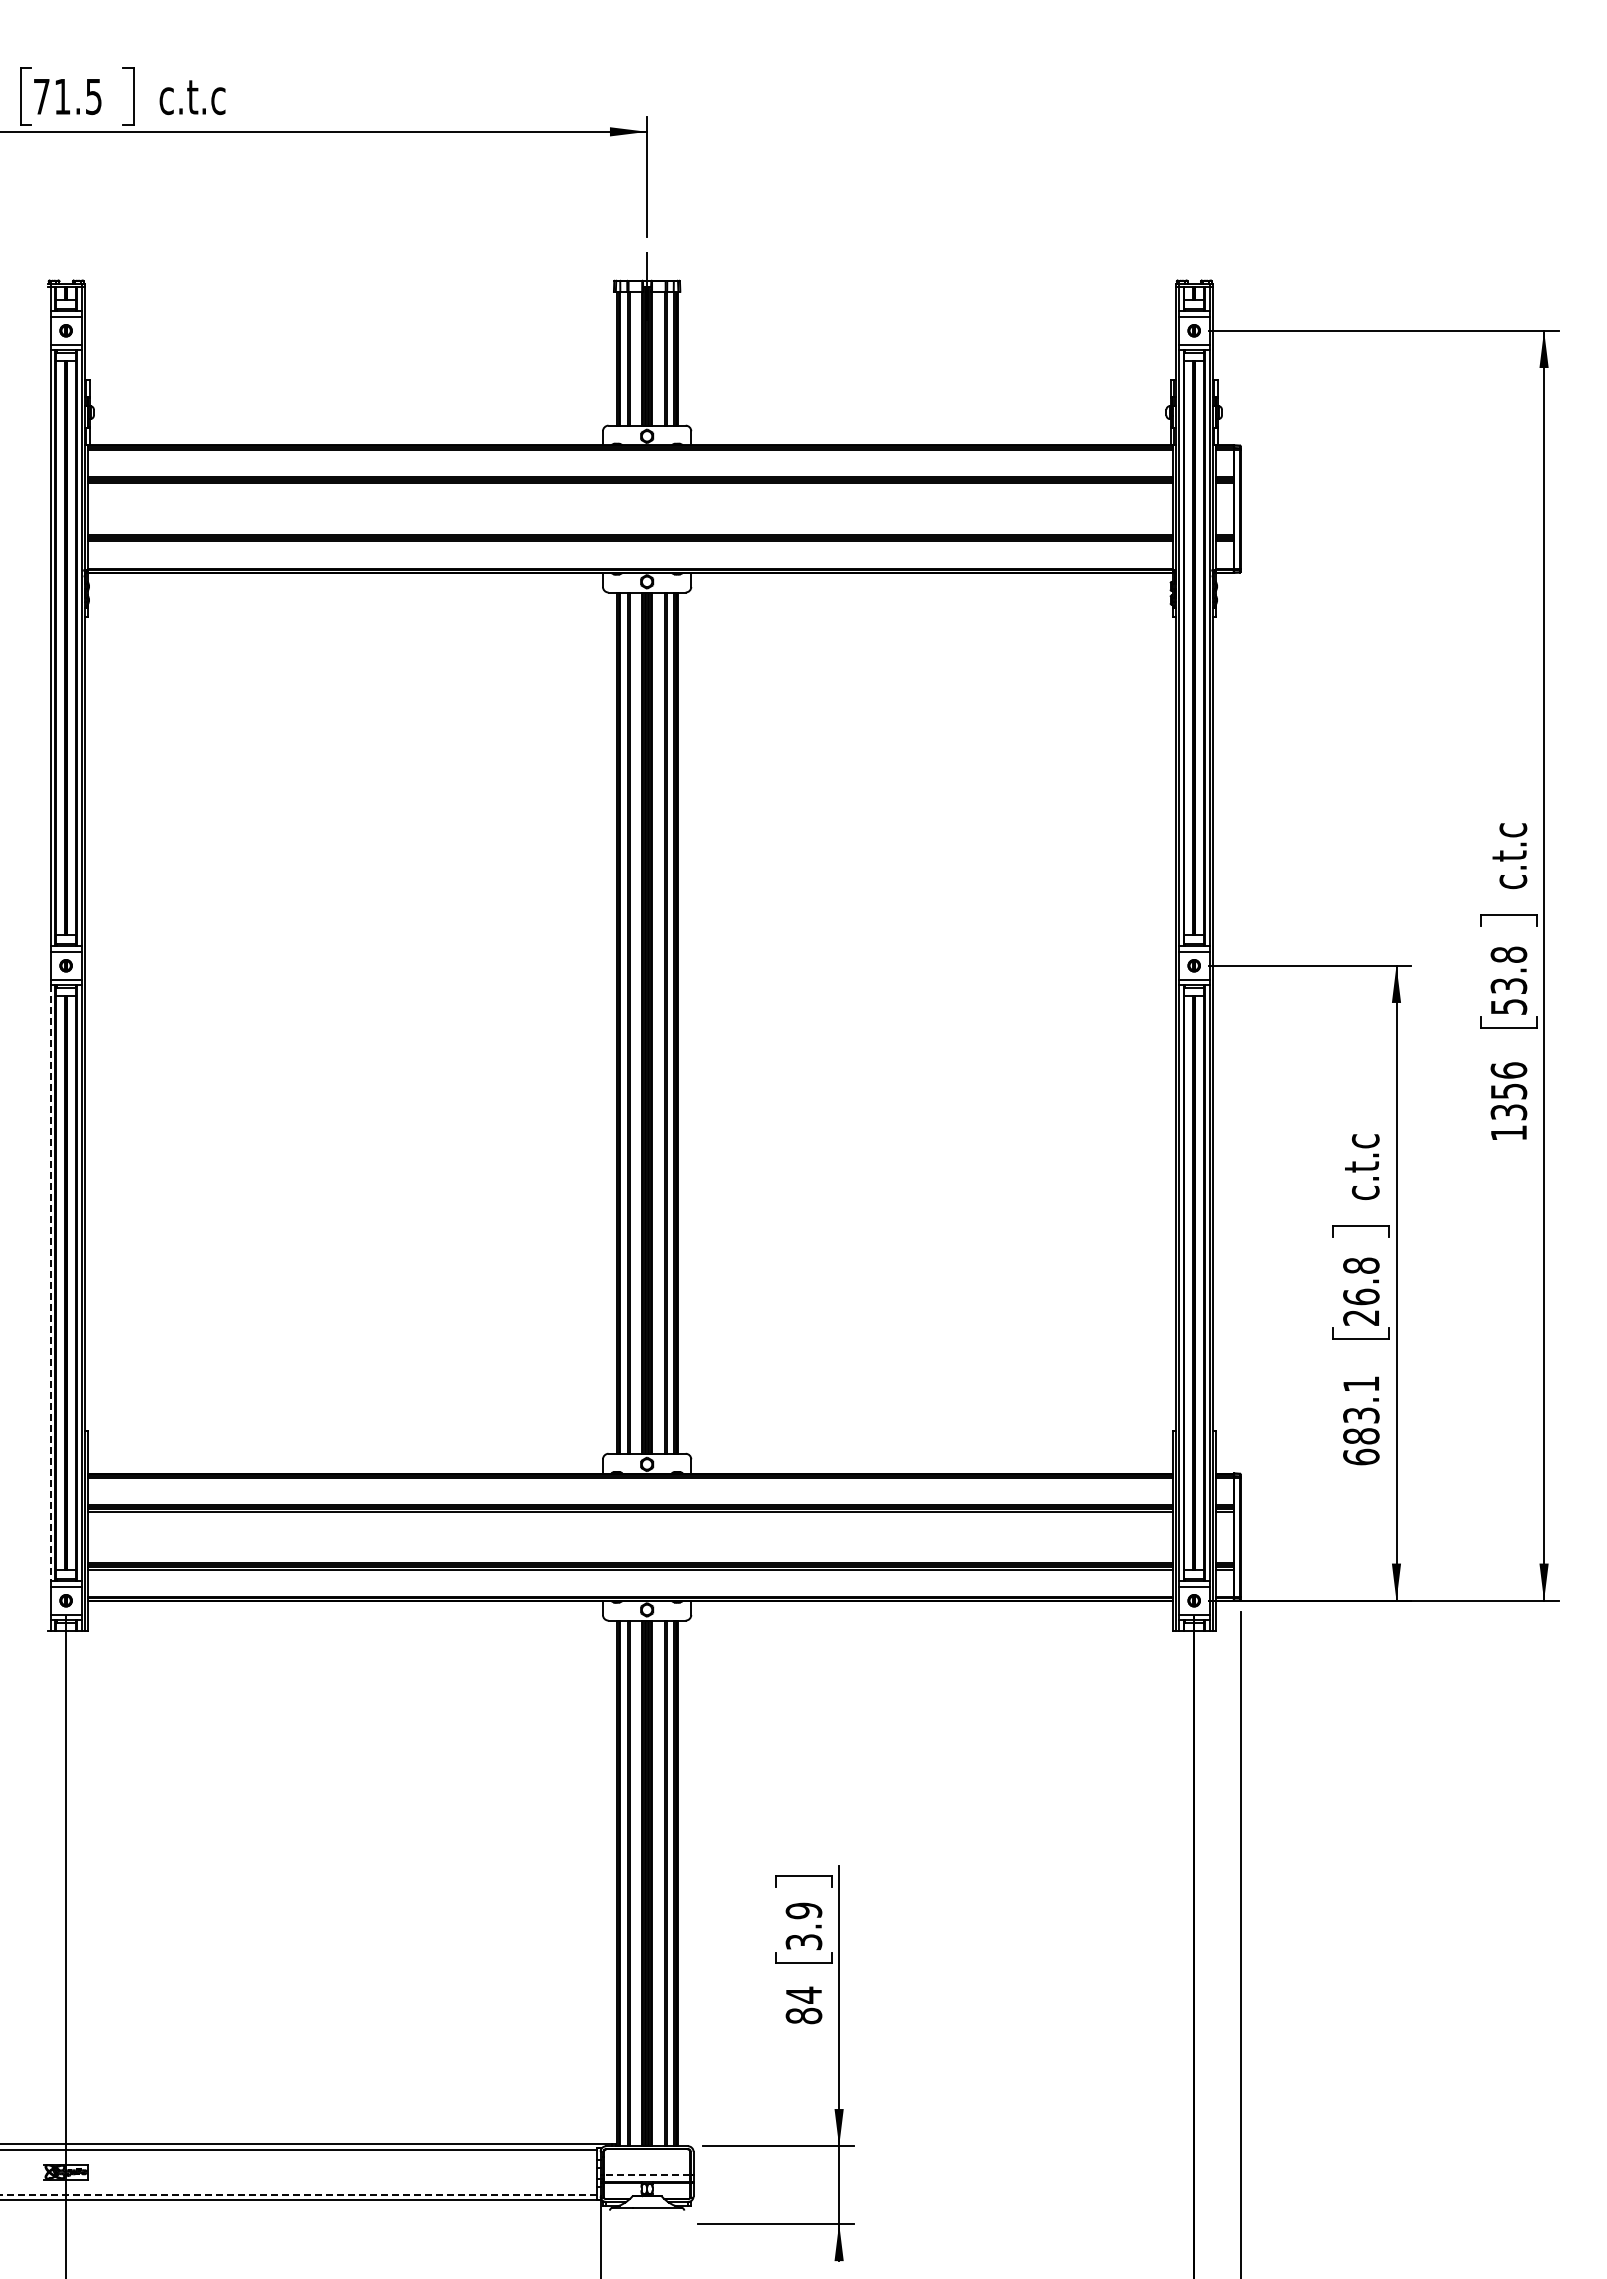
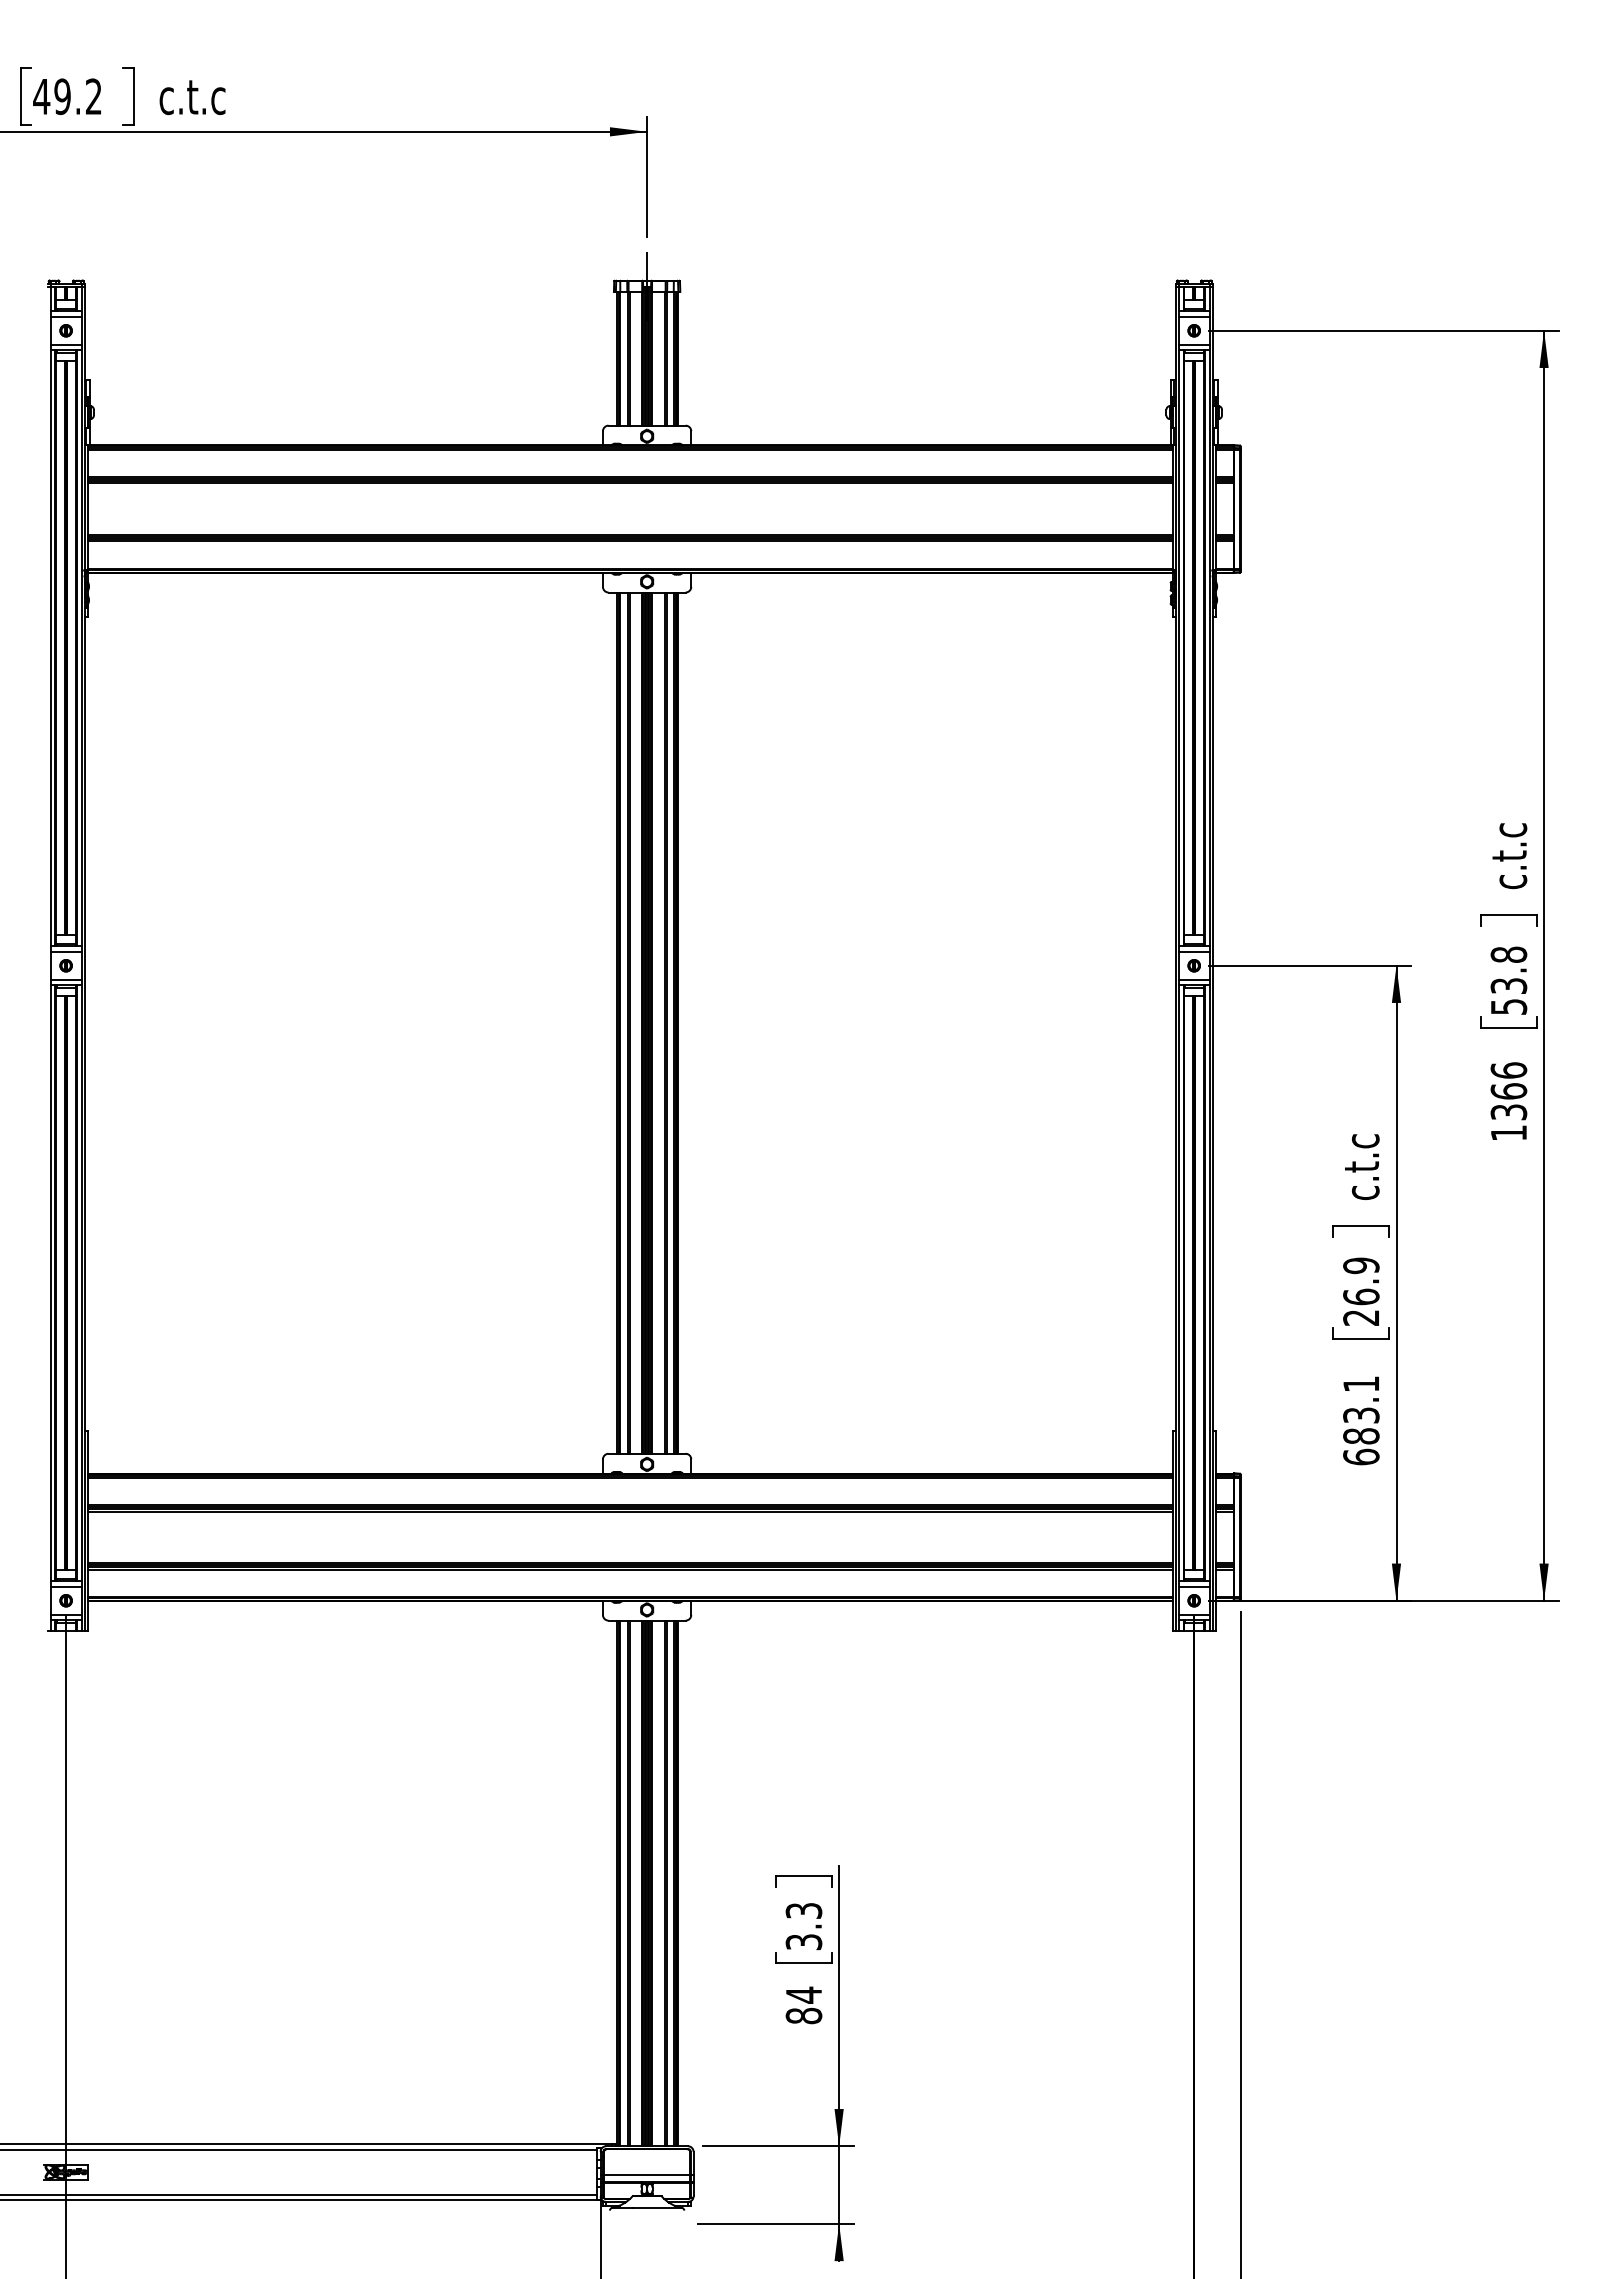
text at (67, 96): 71.5 -> 49.2
text at (1508, 1091): 1356 -> 1366
text at (1361, 1265): 26.8 -> 26.9
line at (50, 1283): dashed -> solid
text at (803, 1910): 3.9 -> 3.3
line at (646, 2175): dashed -> solid
line at (298, 2194): dashed -> solid
